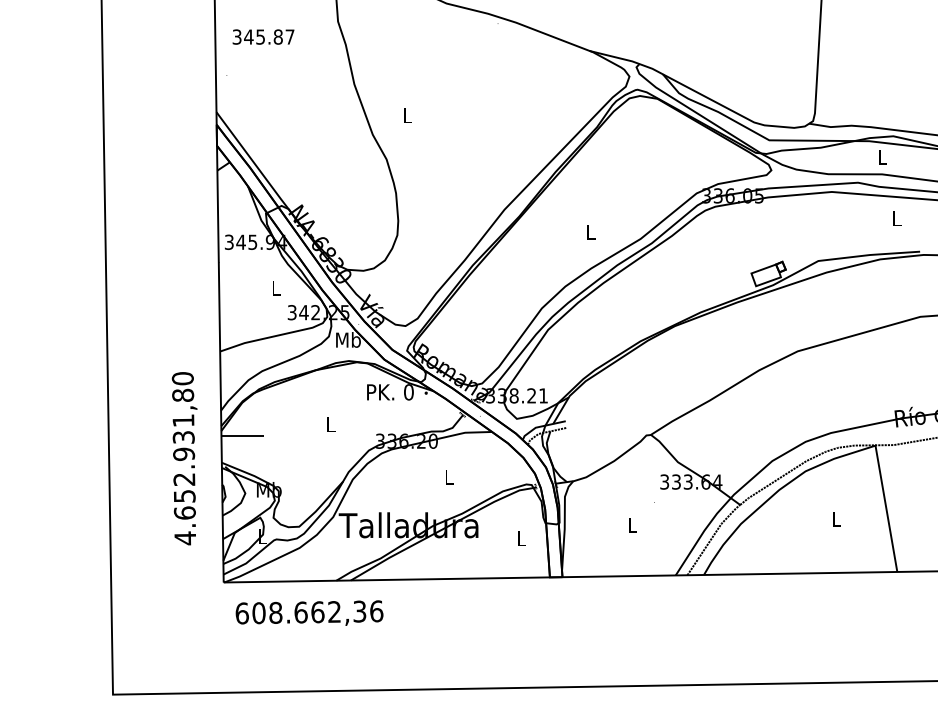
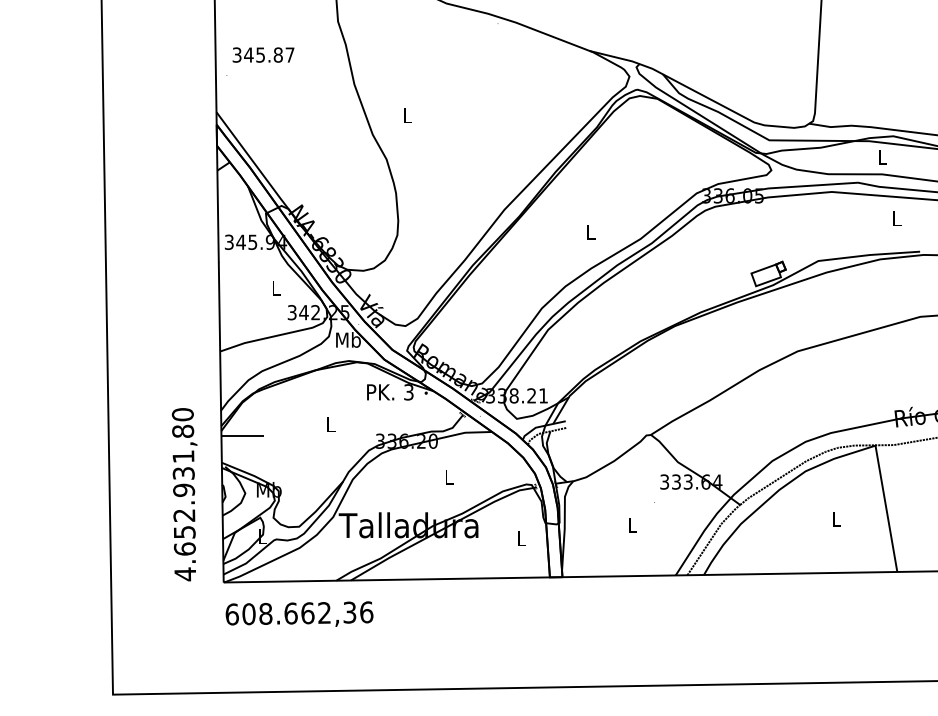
text at (263, 36) position: (263, 36) -> (263, 54)
text at (408, 392): 0 -> 3
text at (184, 458) position: (184, 458) -> (184, 494)
text at (309, 612) position: (309, 612) -> (299, 613)
